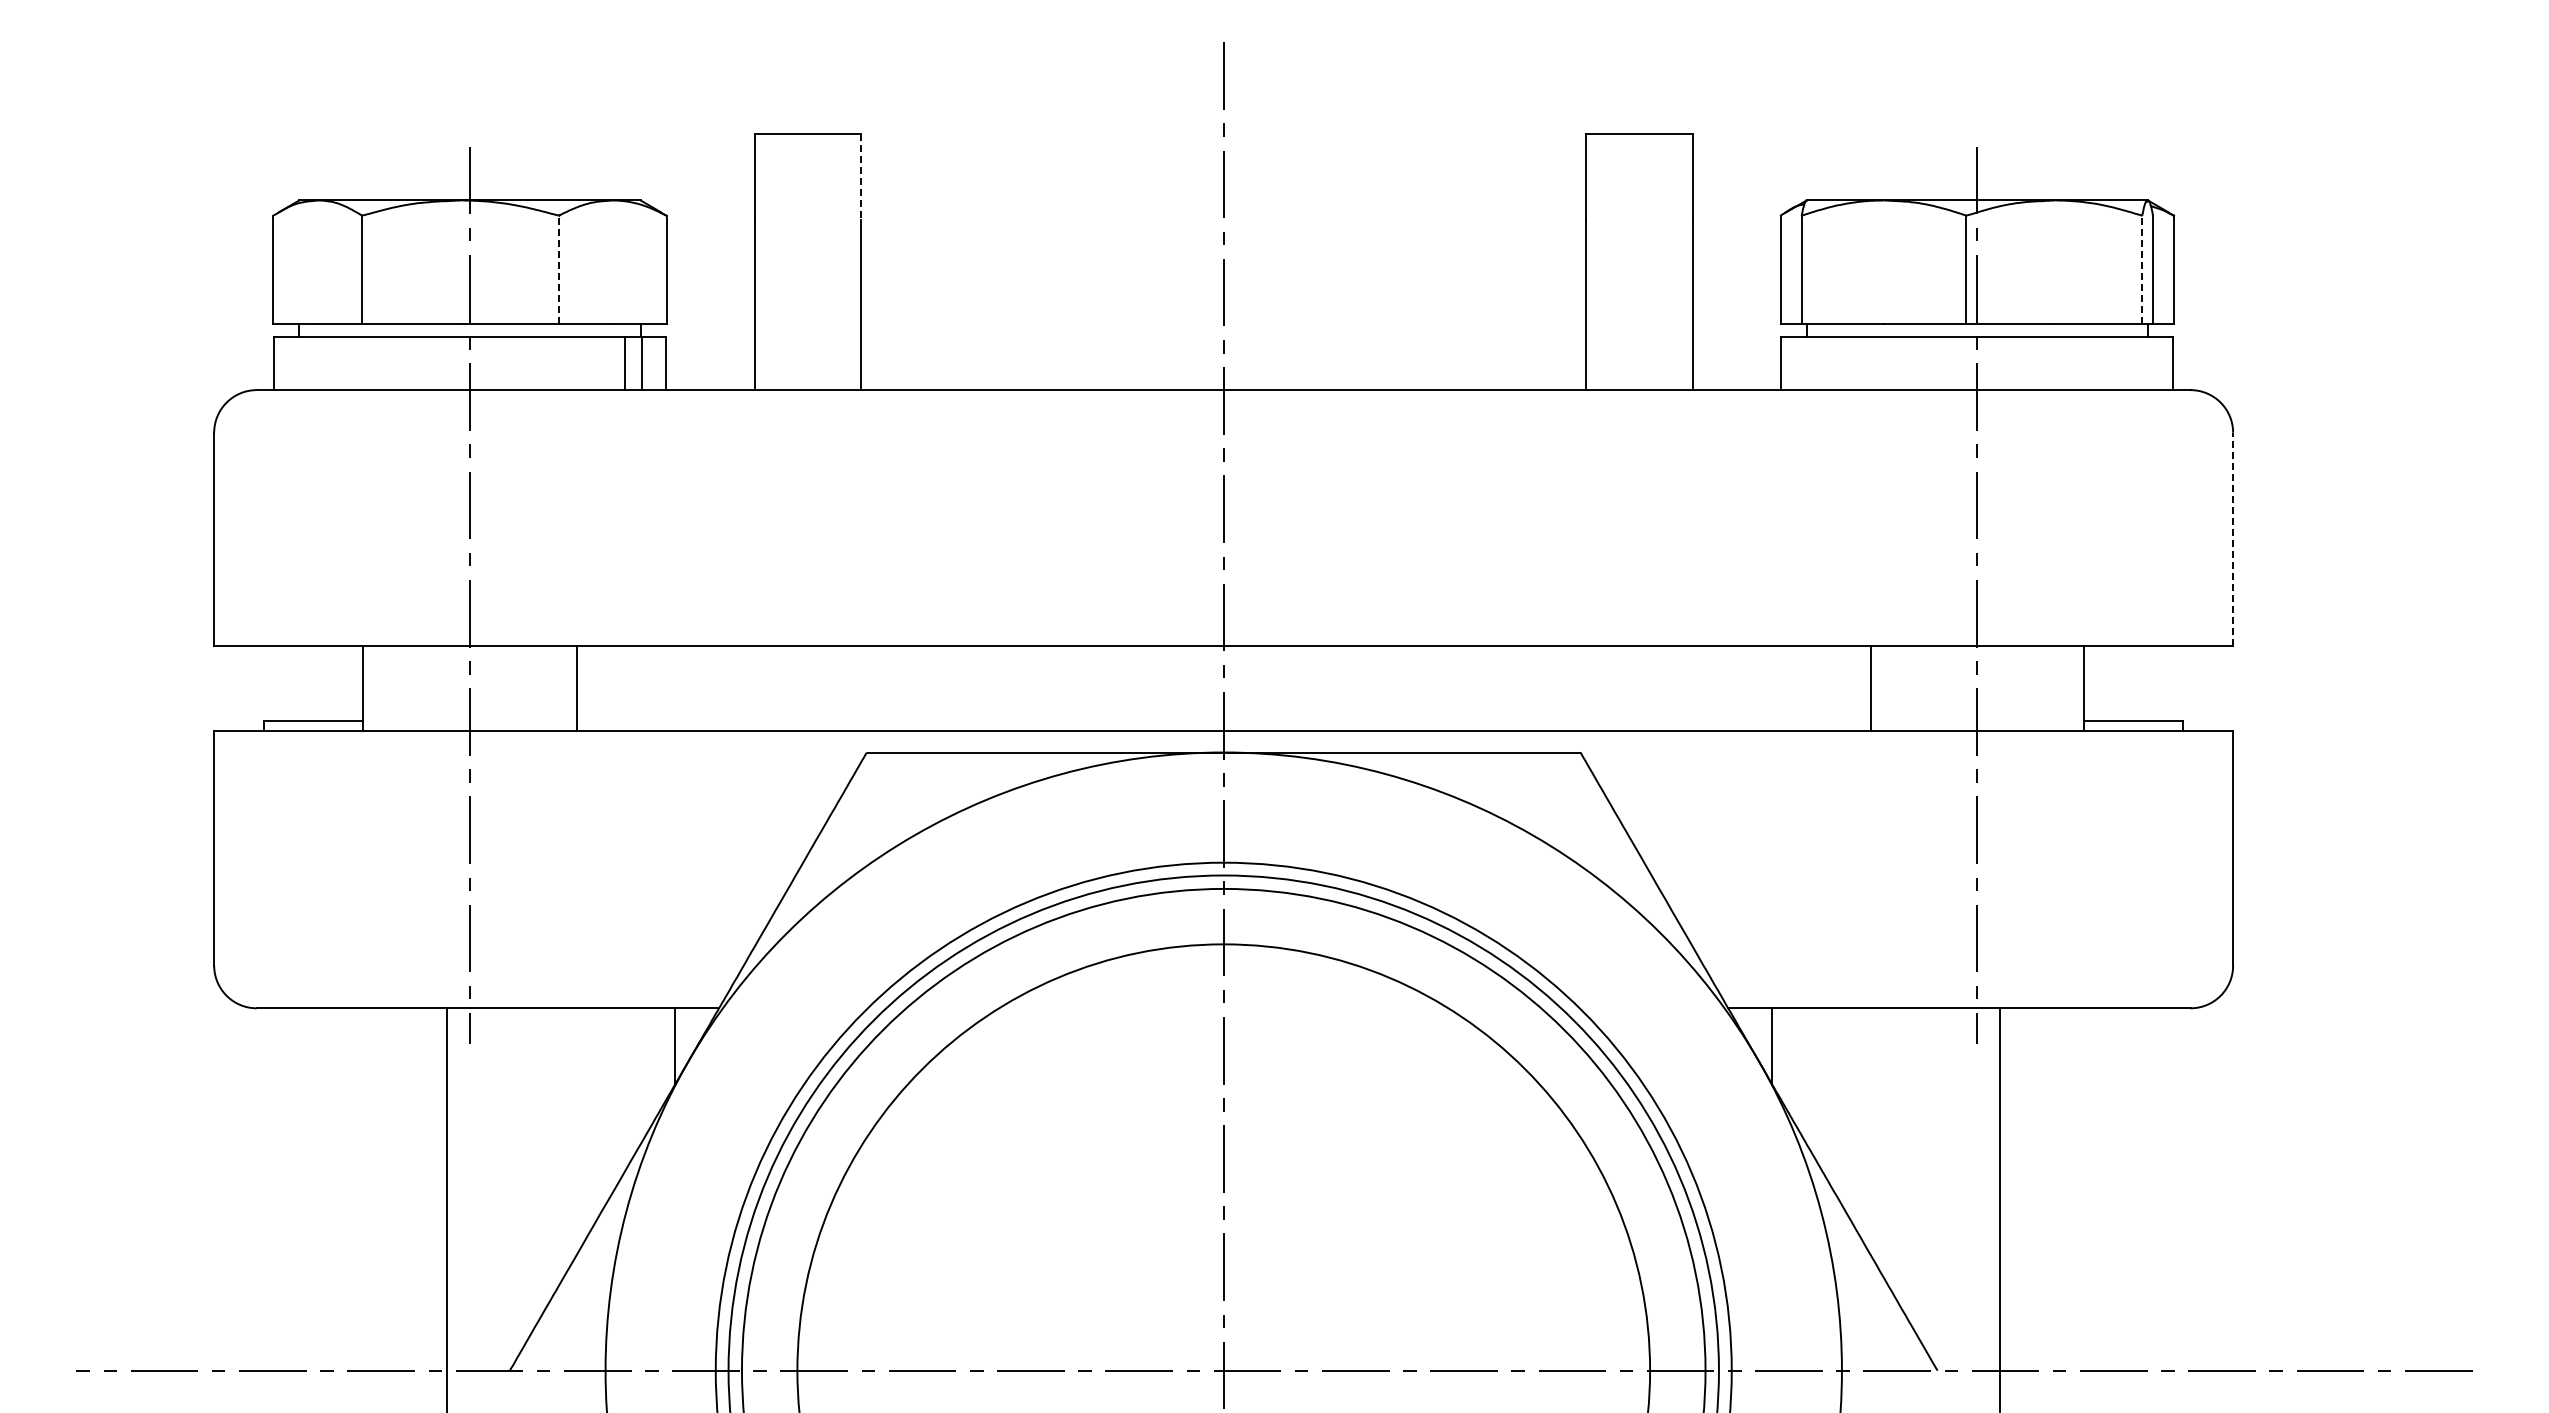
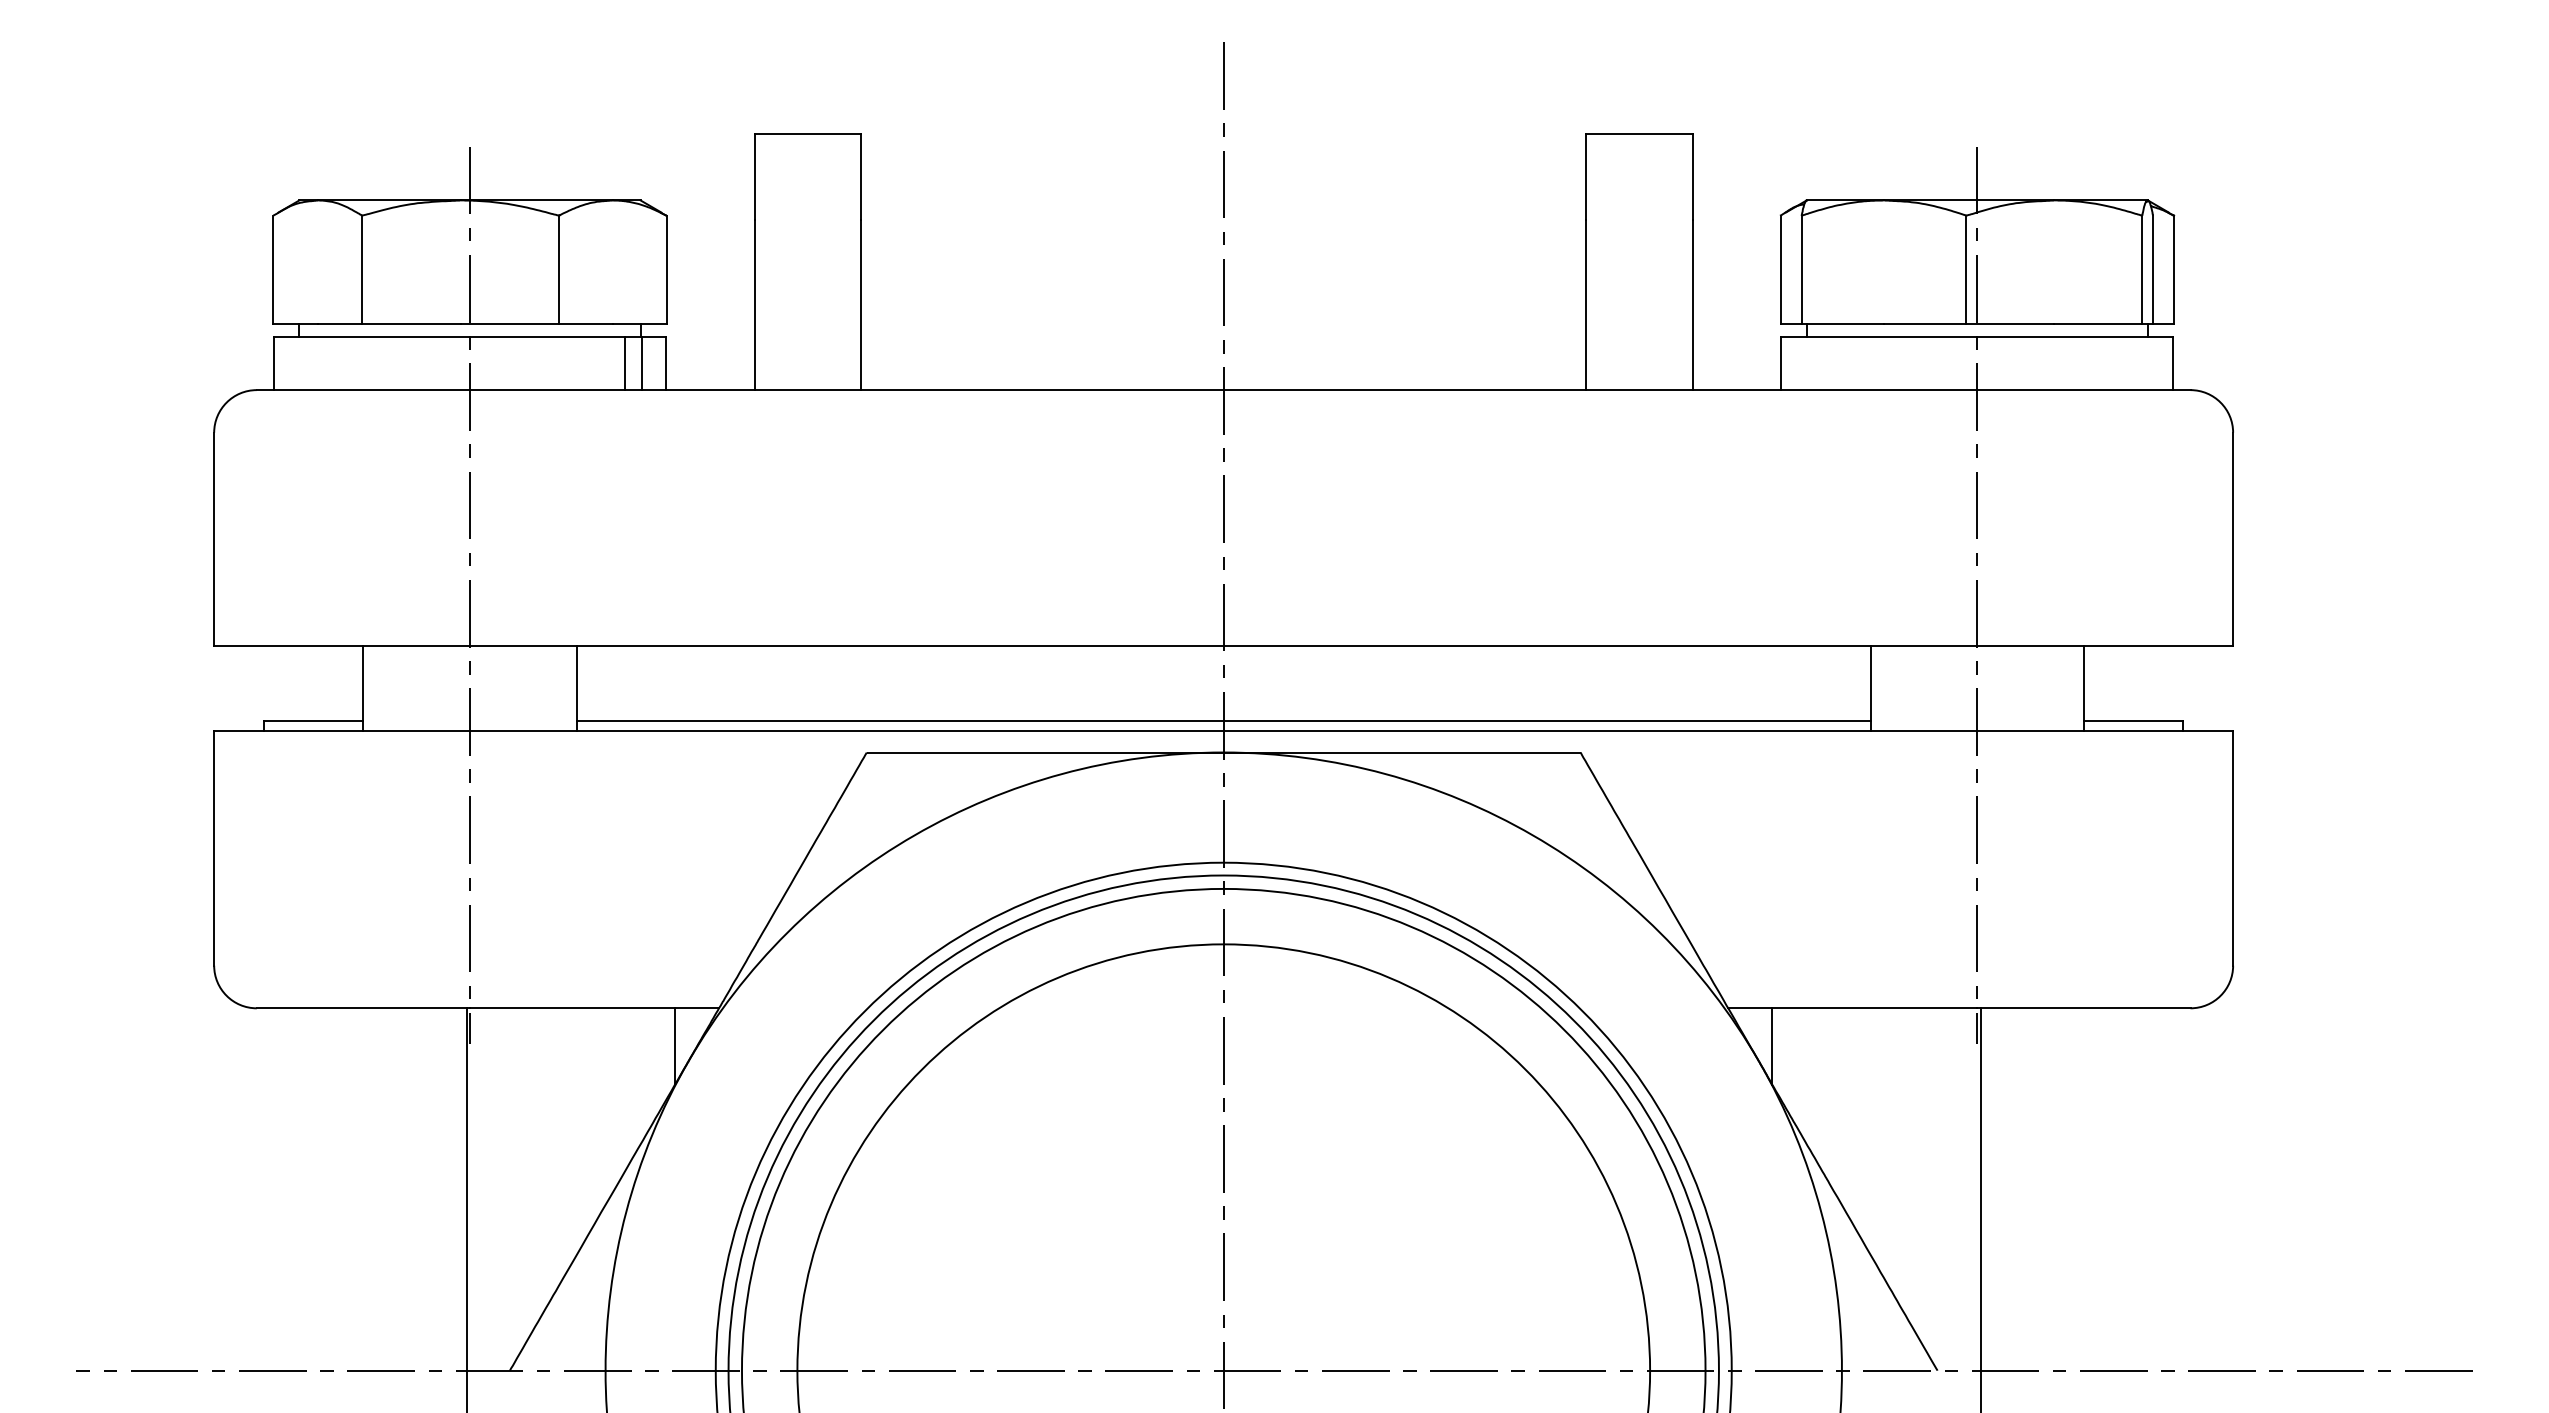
line at (861, 176): dashed -> solid
line at (558, 269): dashed -> solid
line at (2142, 269): dashed -> solid
line at (2233, 539): dashed -> solid
line at (1223, 720): none -> present
line at (447, 1208) position: (447, 1208) -> (467, 1208)
line at (1999, 1208) position: (1999, 1208) -> (1980, 1208)
